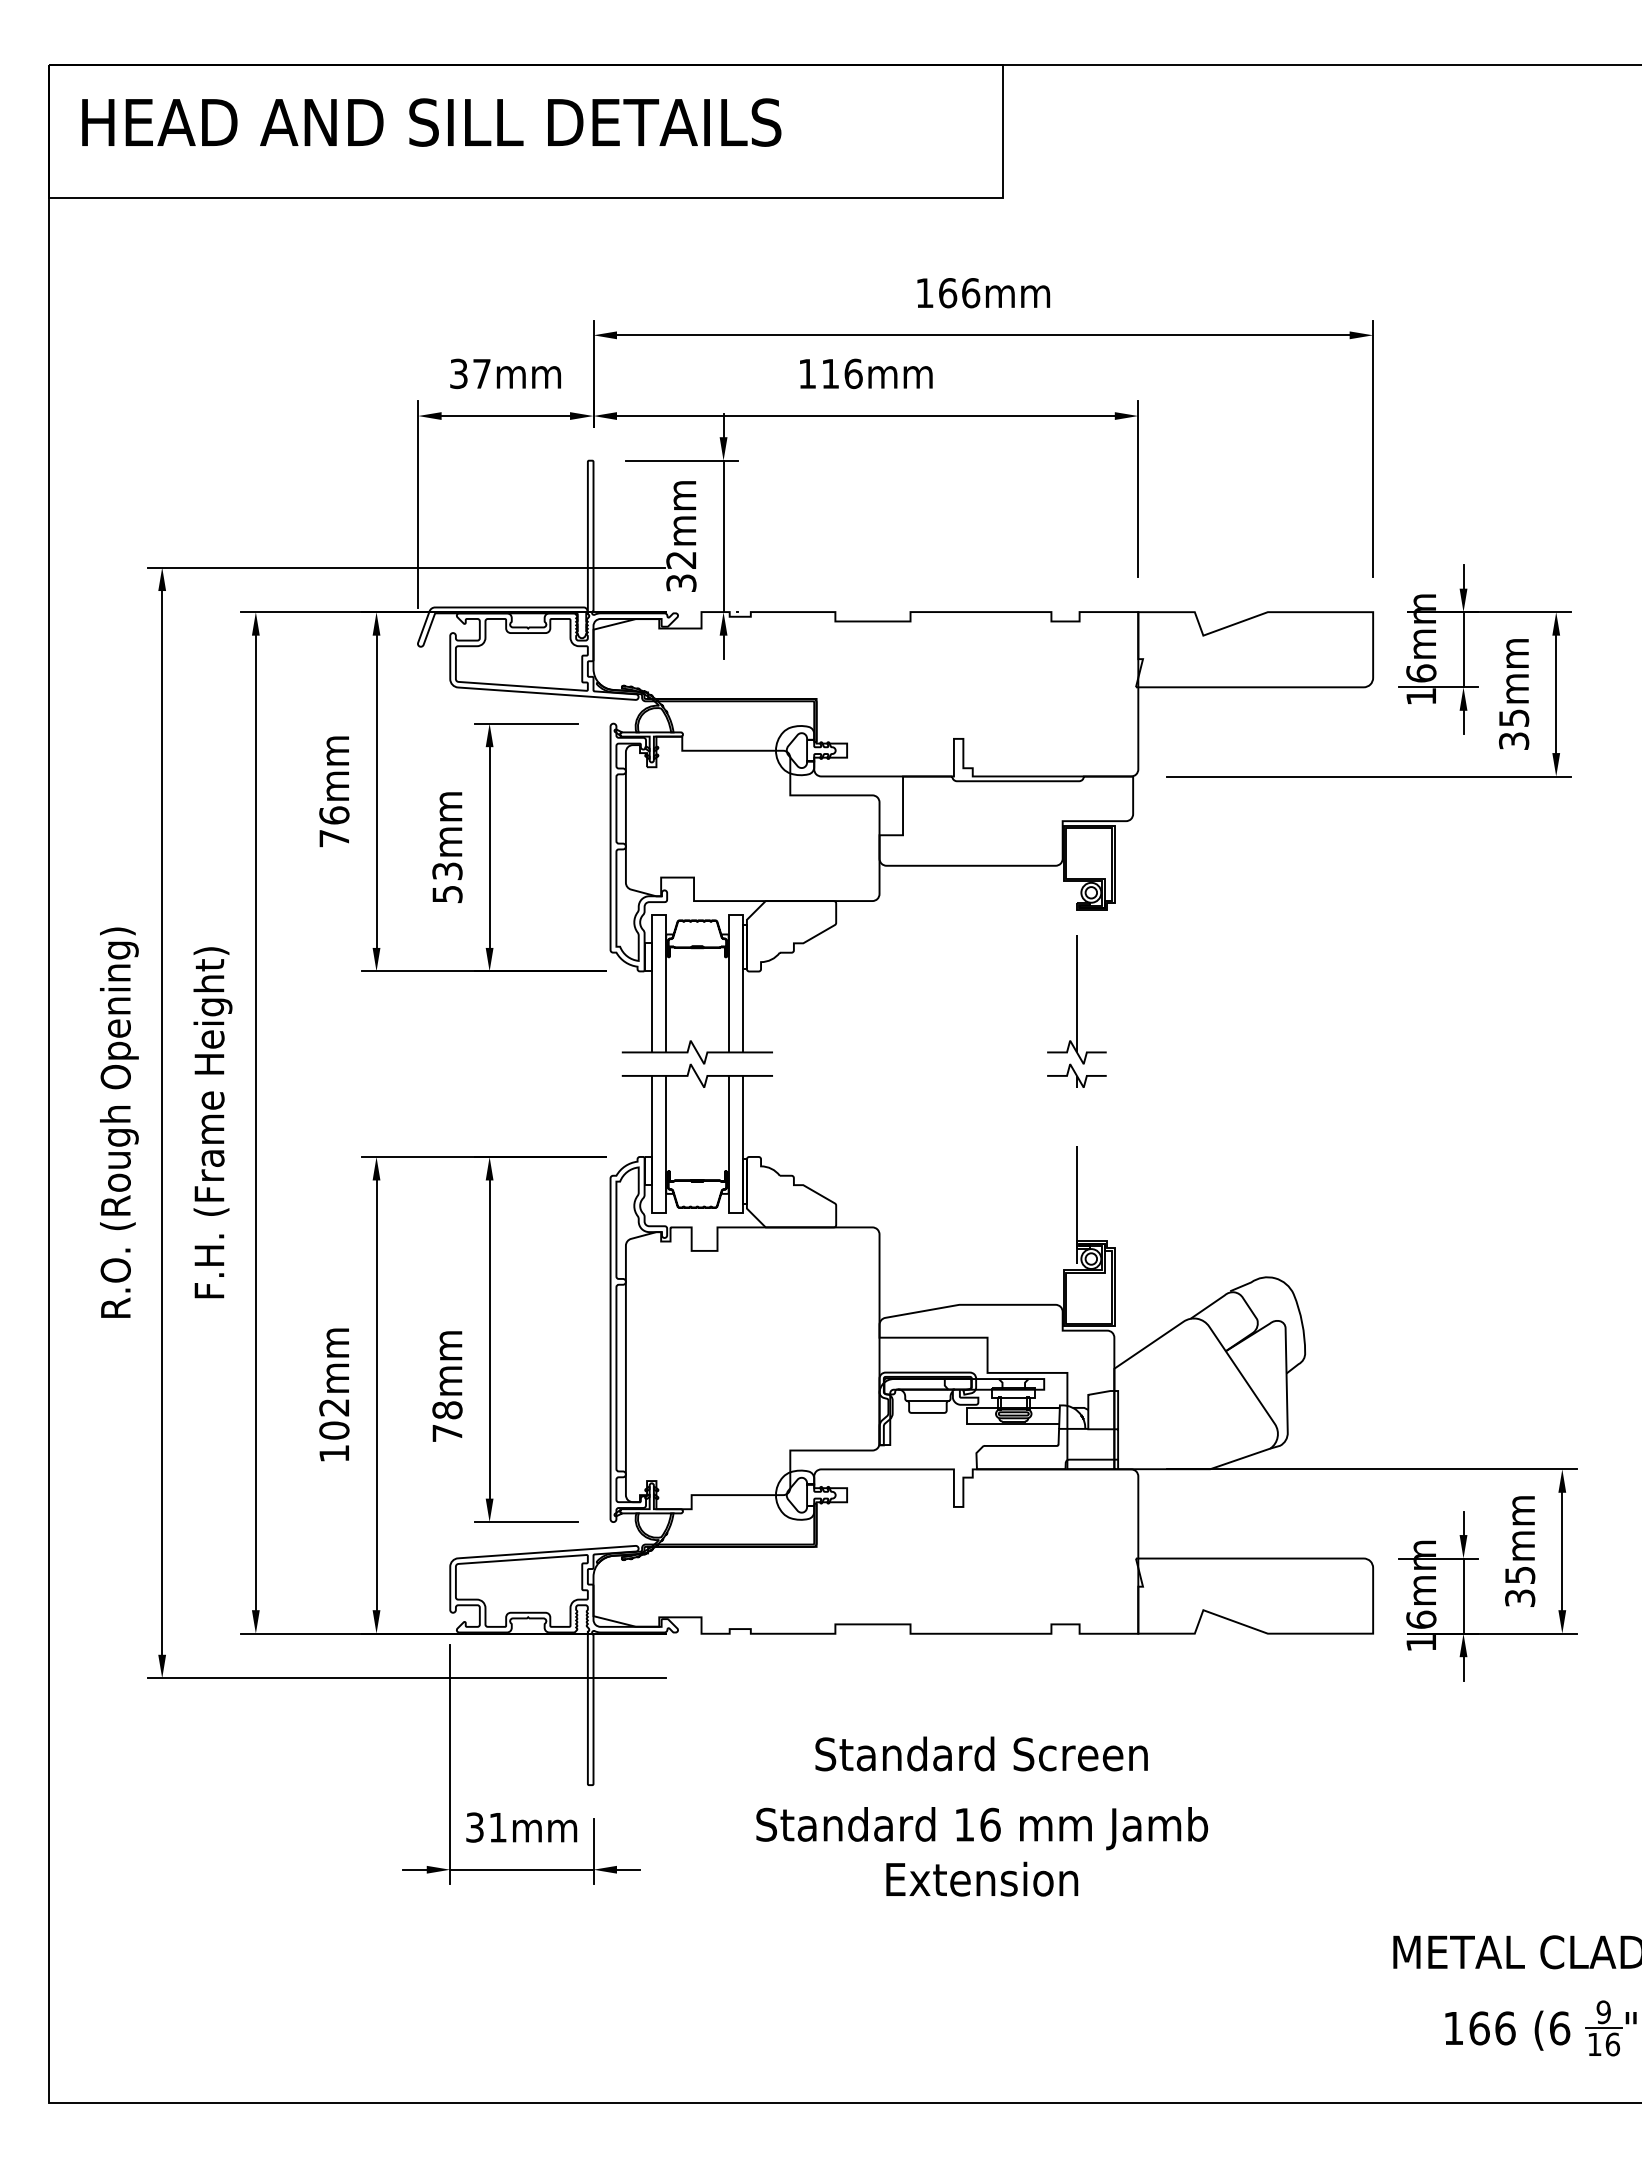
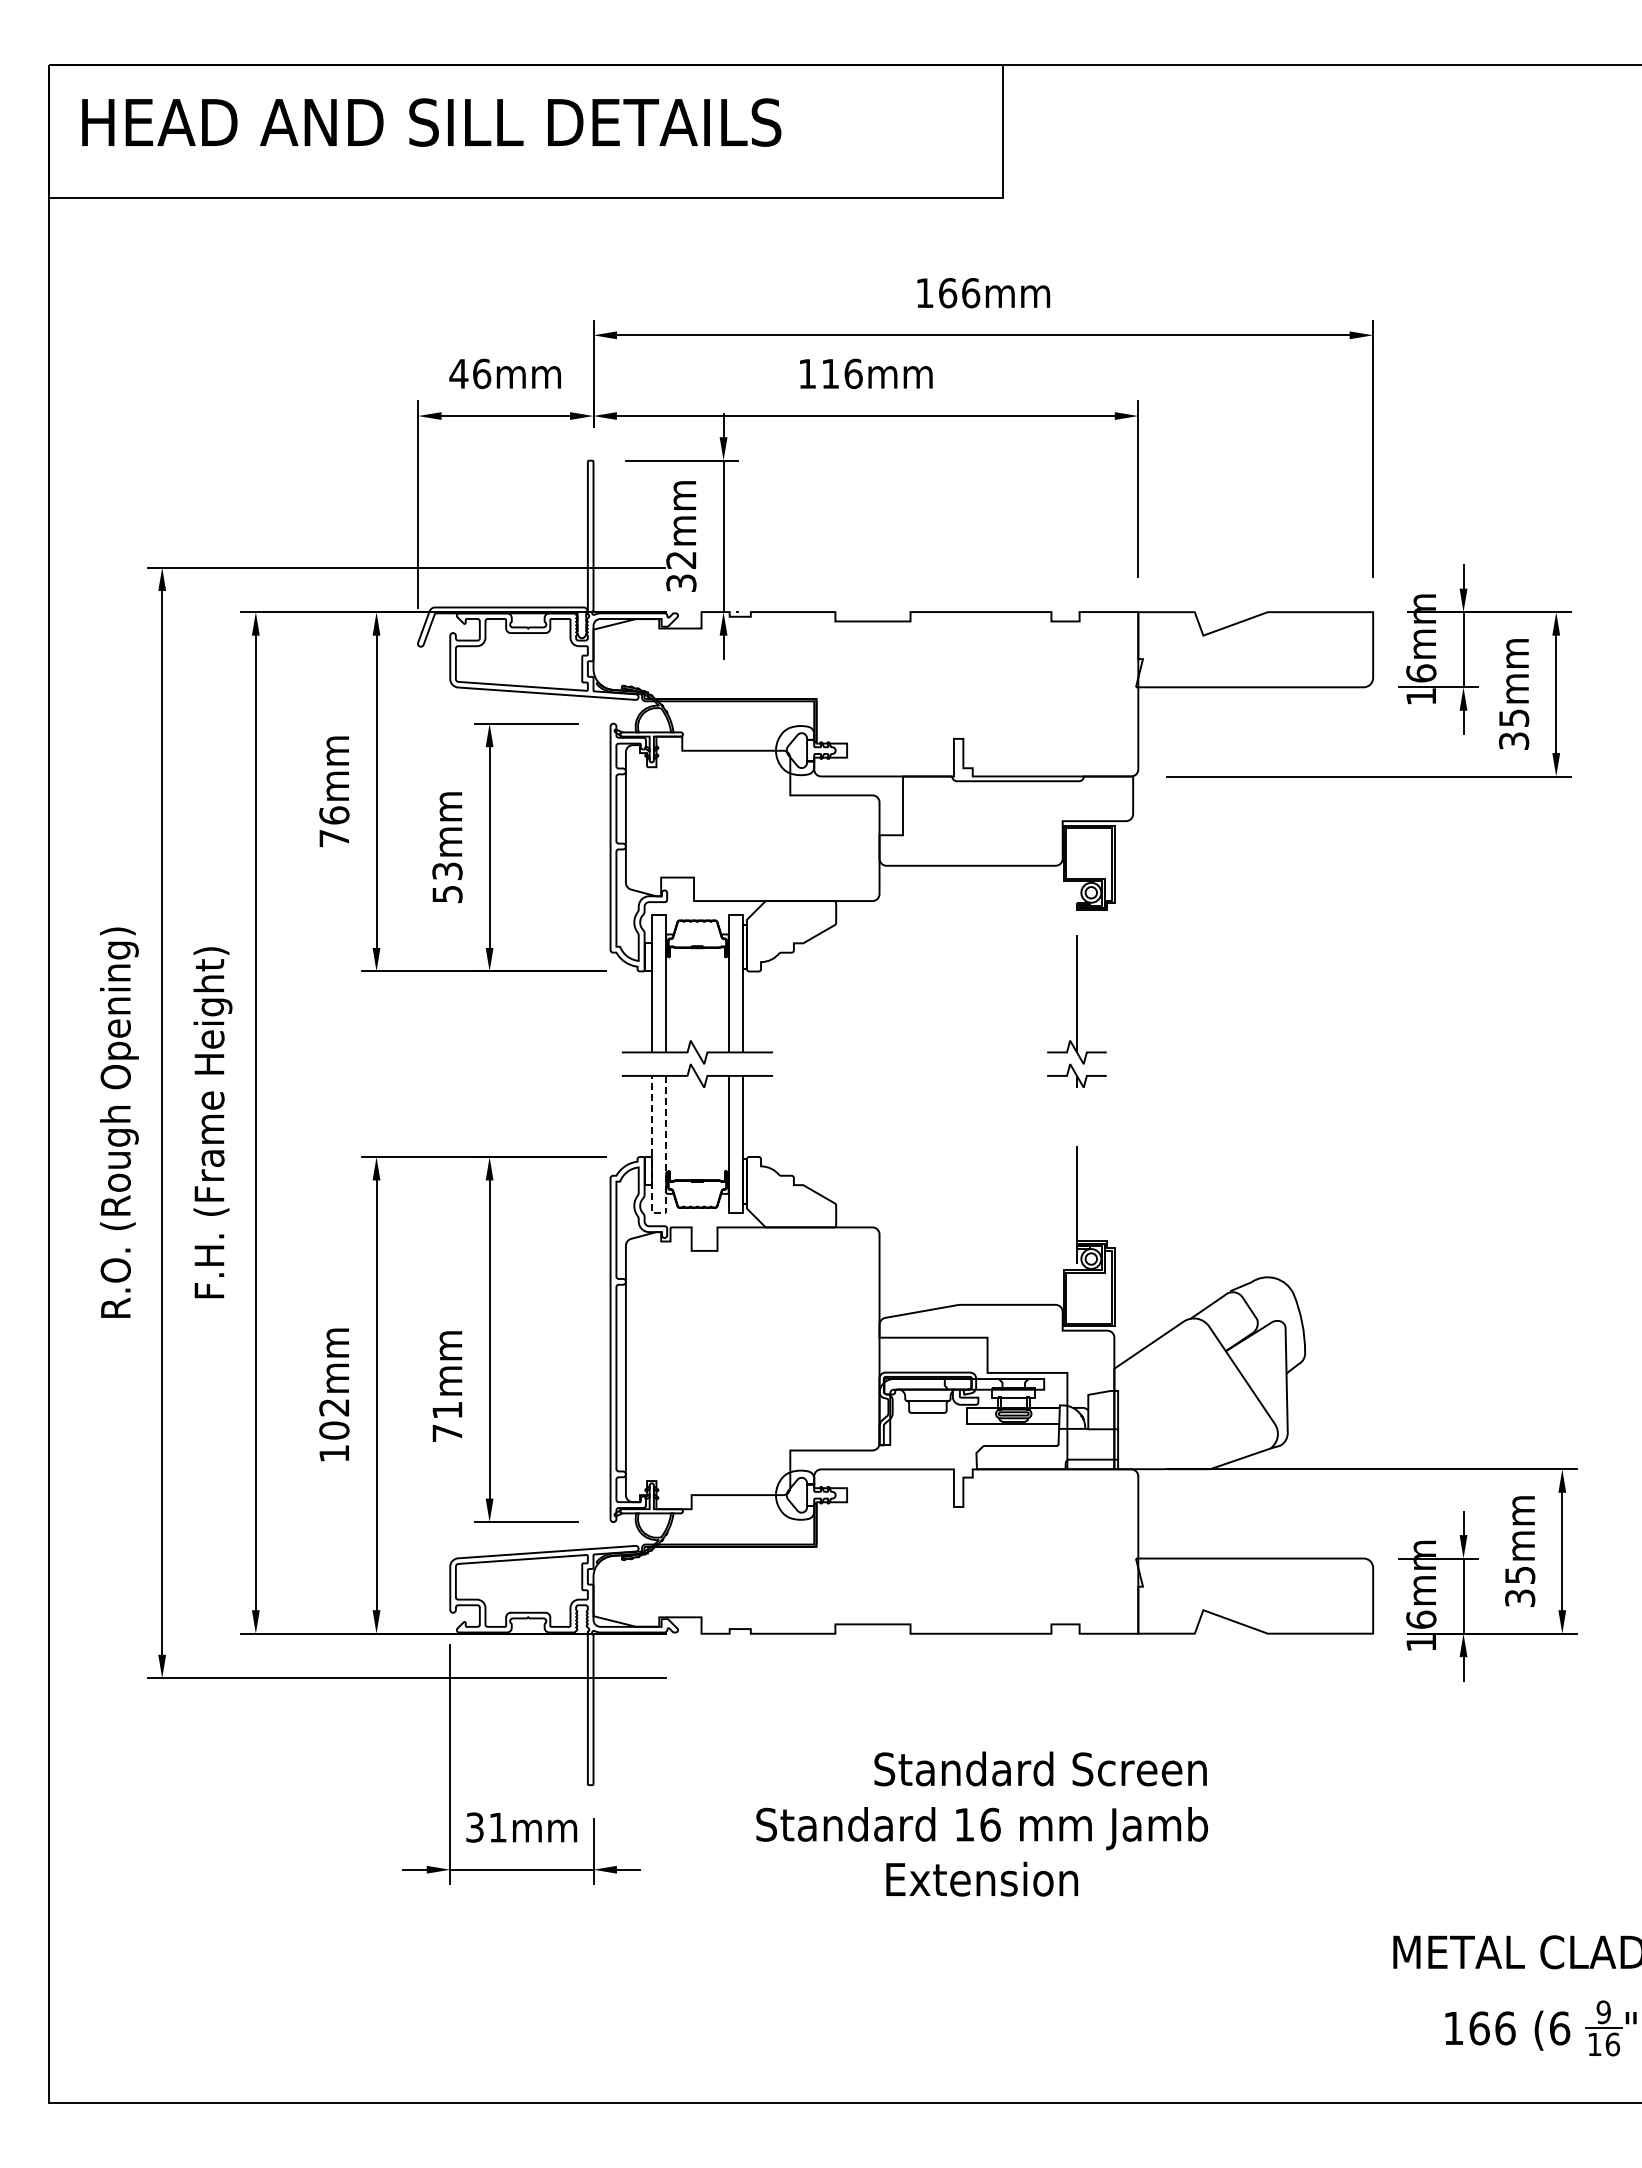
text at (470, 373): 37mm -> 46mm
line at (658, 1213): solid -> dashed
text at (447, 1410): 78mm -> 71mm
text at (981, 1753) position: (981, 1753) -> (1040, 1768)
